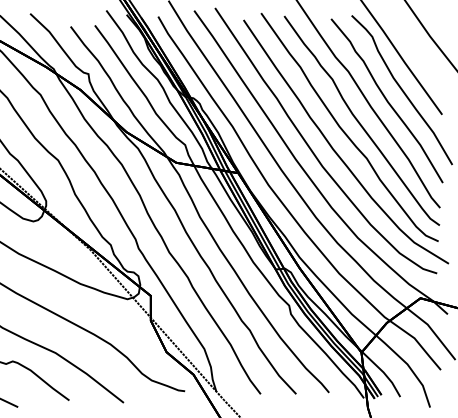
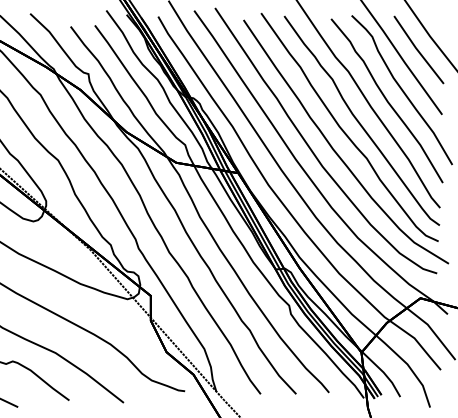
part at (418, 49): none -> present
